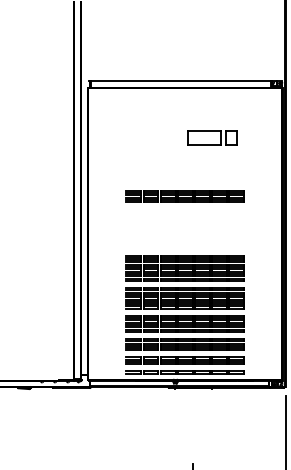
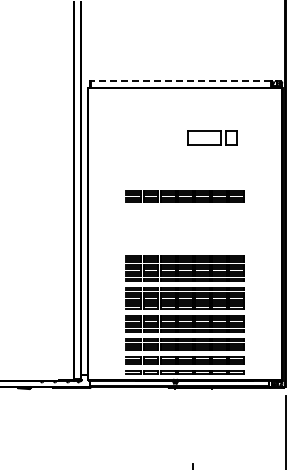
line at (184, 81): solid -> dashed
